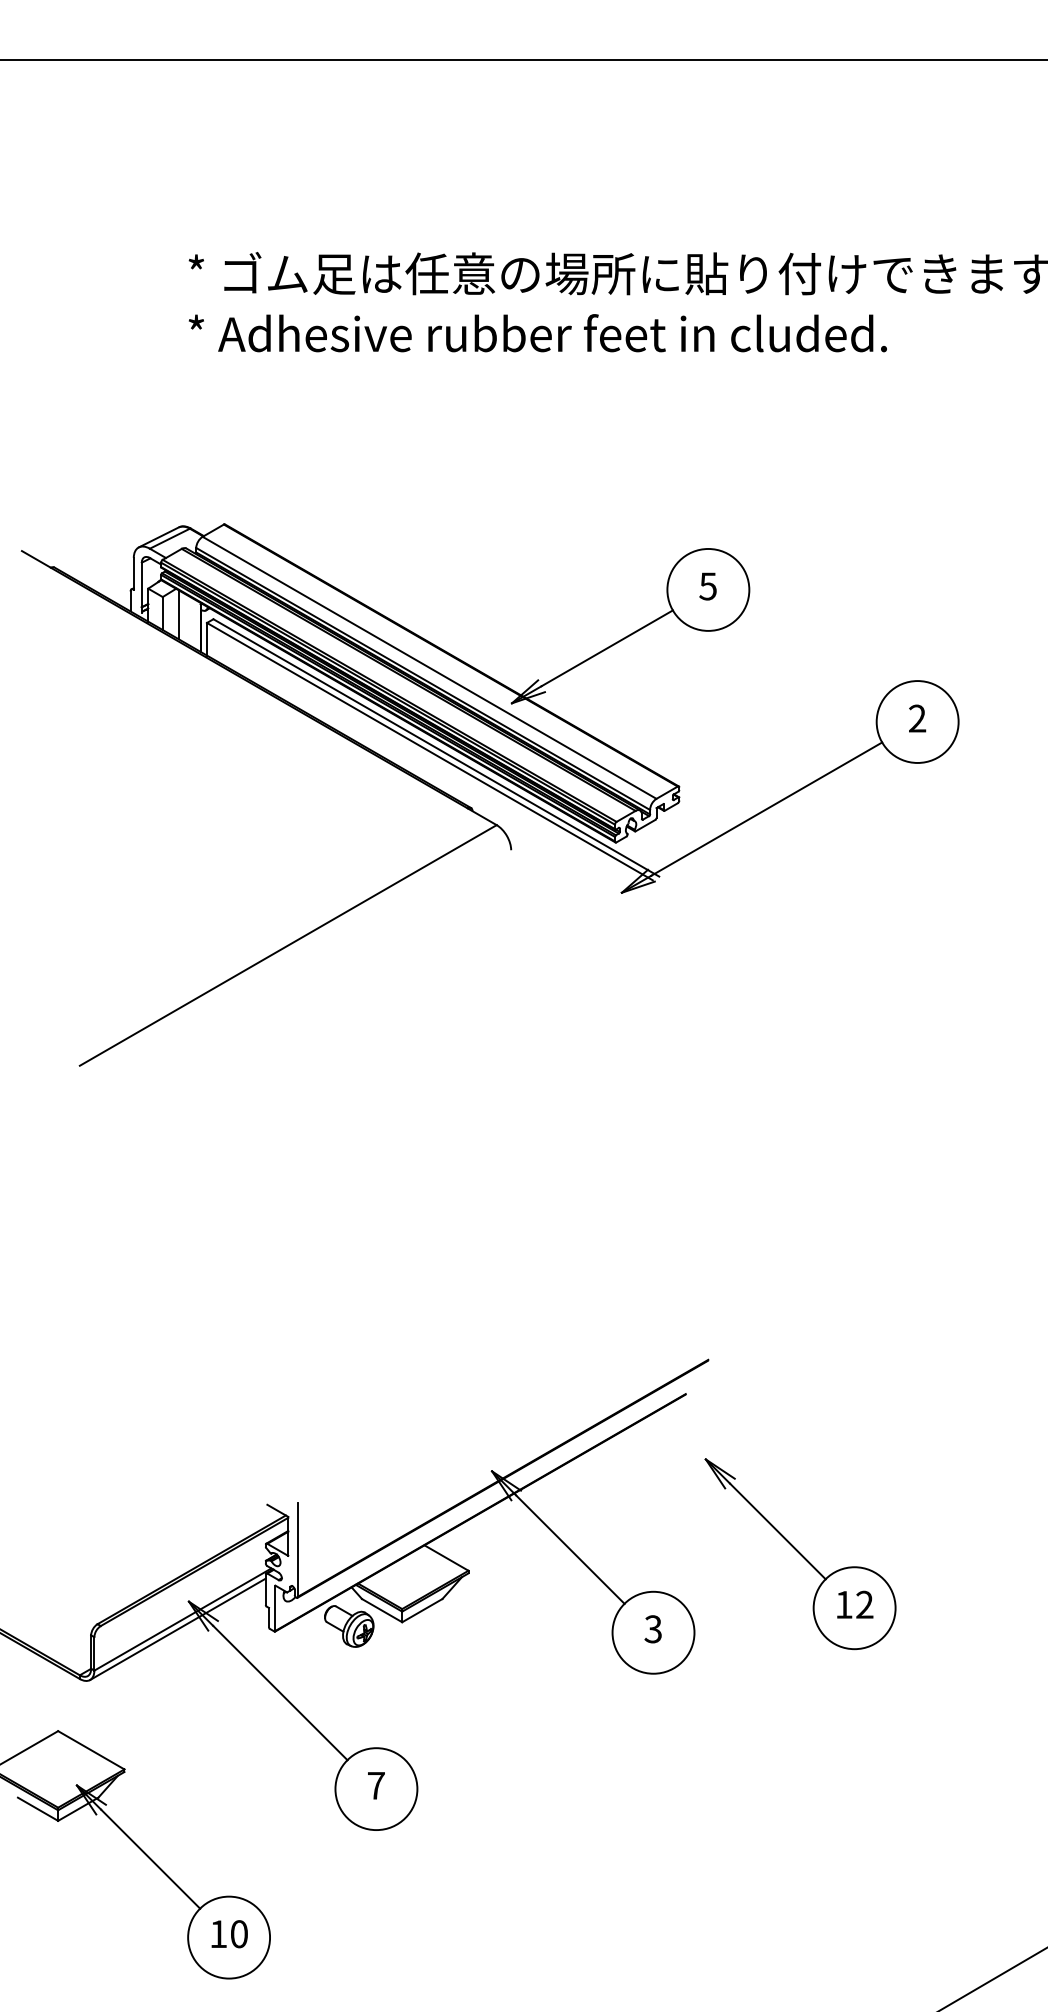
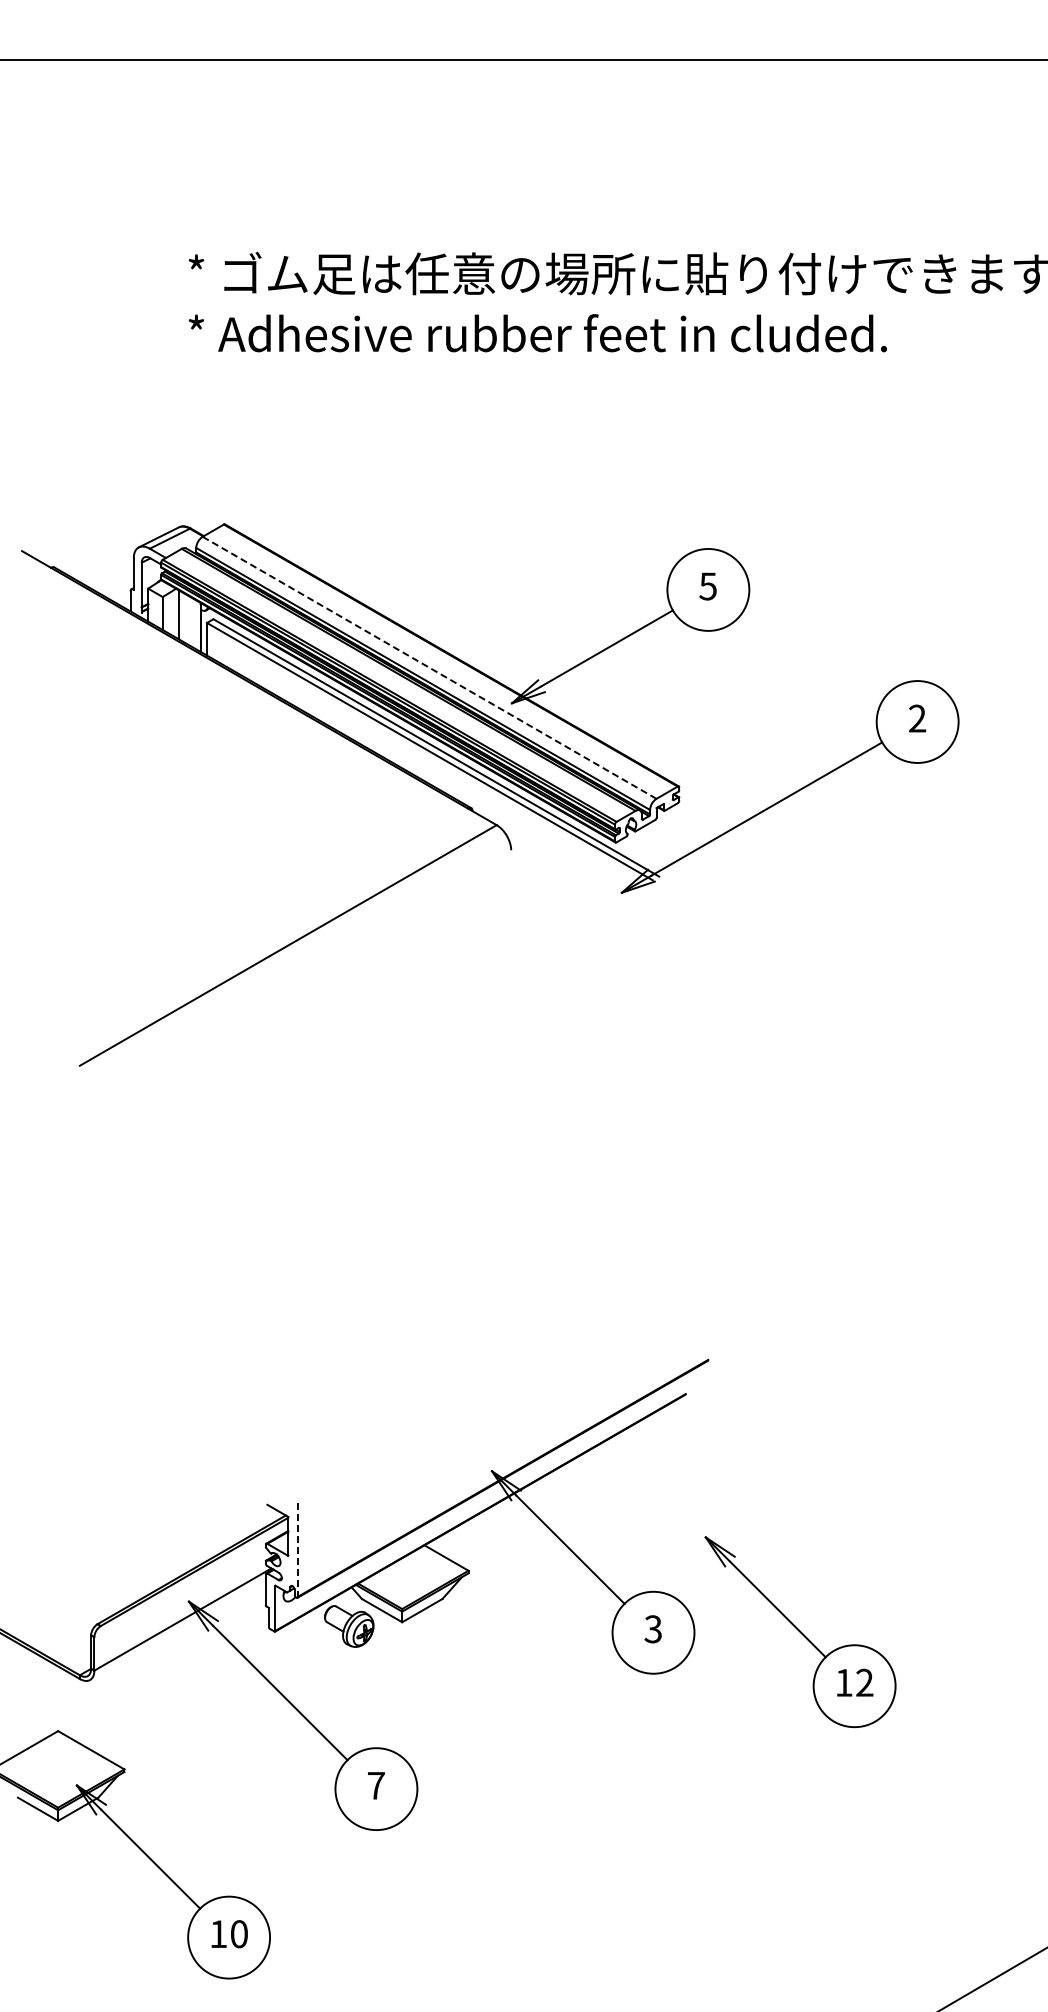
line at (430, 668): solid -> dashed
line at (297, 1549): solid -> dashed
part at (800, 1554) position: (800, 1554) -> (800, 1632)
line at (177, 1629): present -> none
